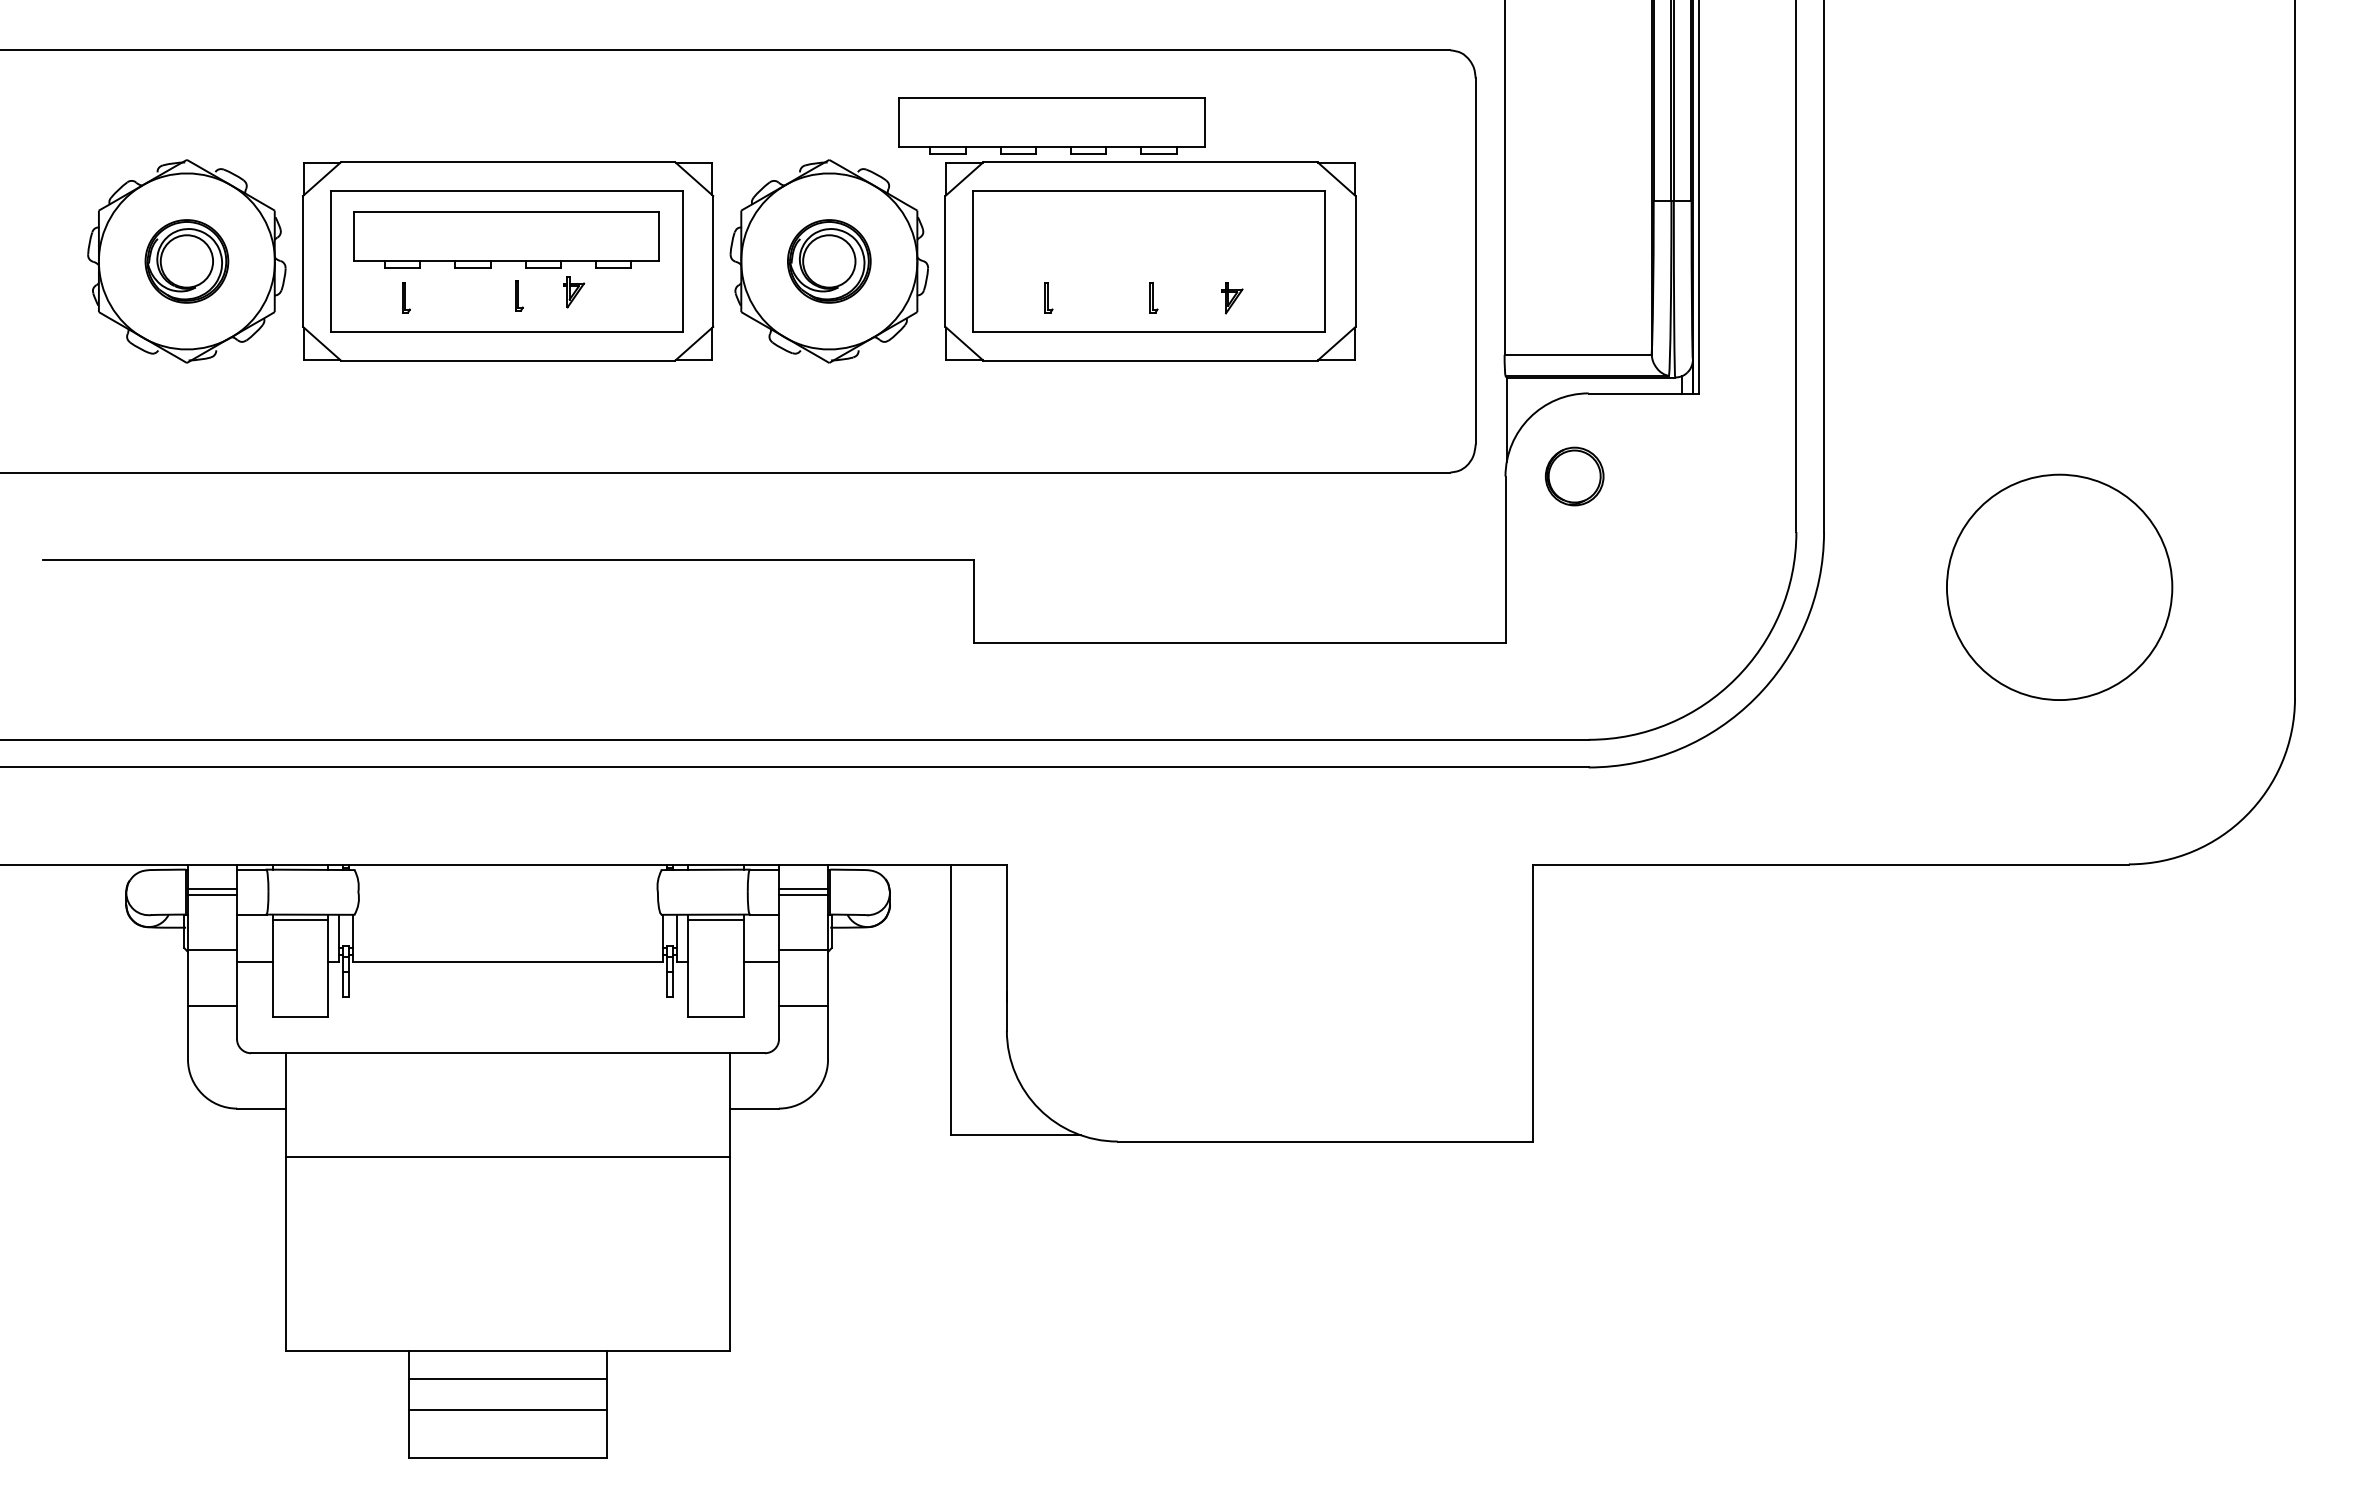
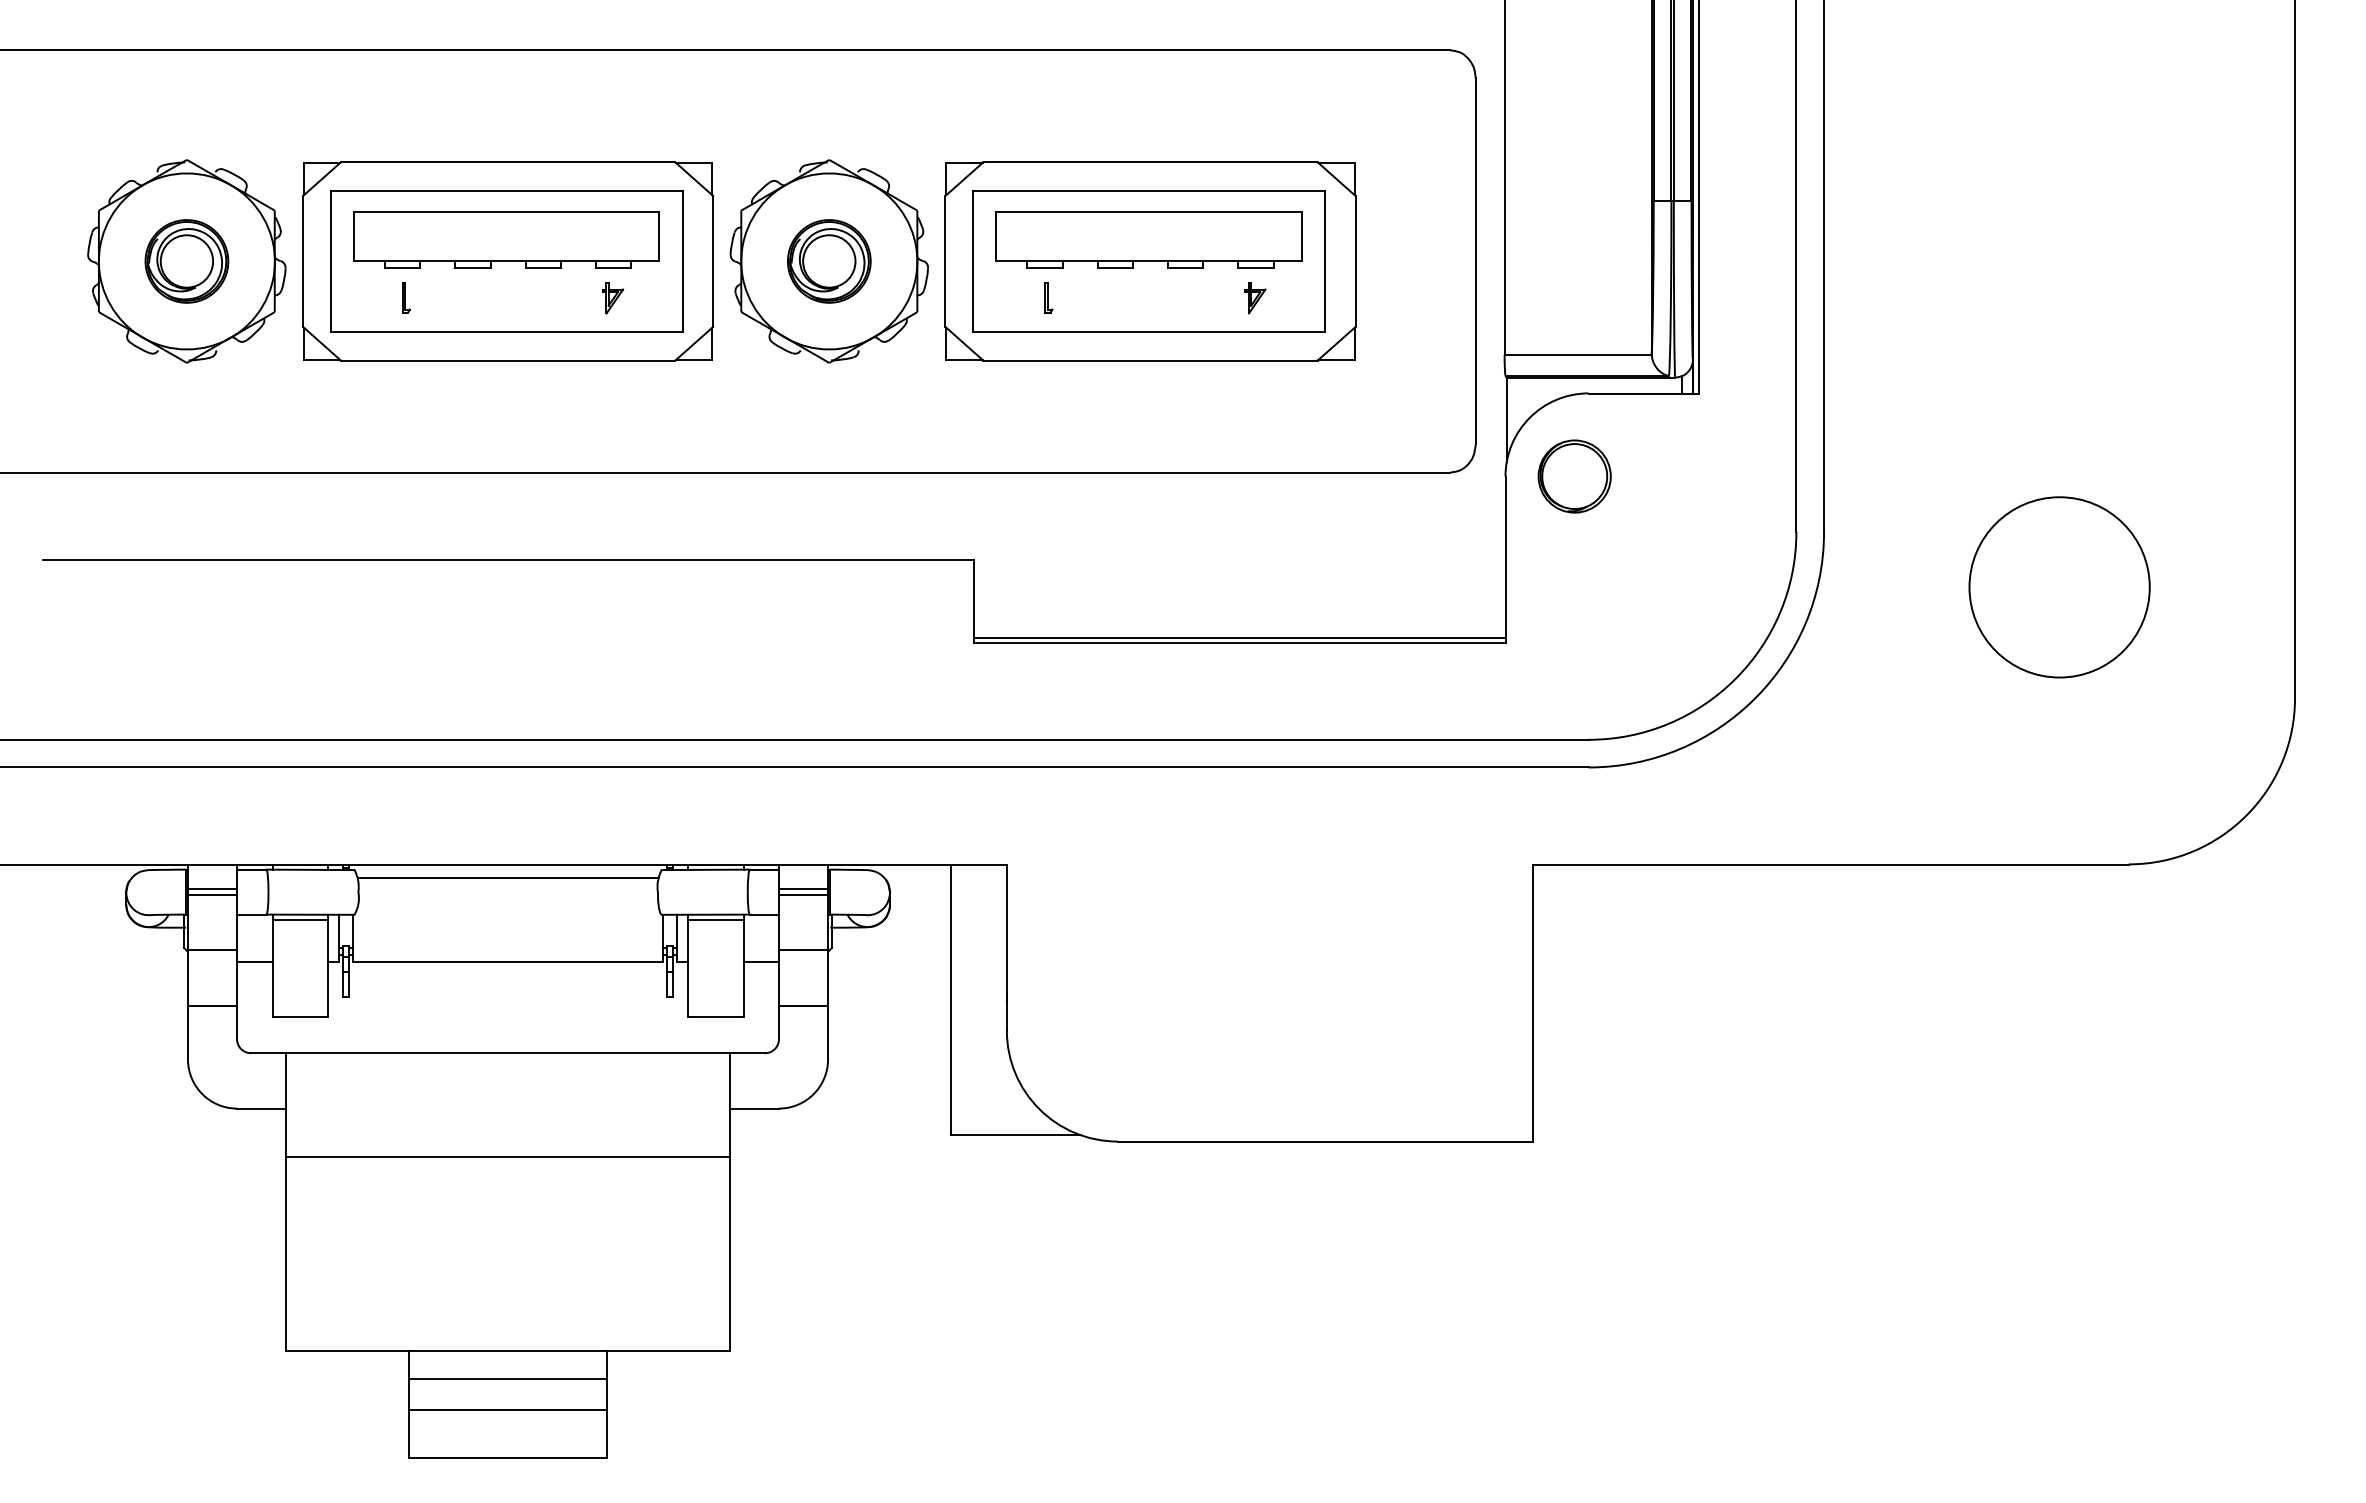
part at (1051, 125) position: (1051, 125) -> (1148, 239)
part at (574, 292) position: (574, 292) -> (613, 298)
part at (519, 295): present -> none
part at (1153, 297): present -> none
part at (1232, 298) position: (1232, 298) -> (1255, 298)
part at (1574, 476) size: 61x61 px -> 75x75 px
circle at (2059, 587) diameter: 225 px -> 180 px
line at (1239, 638): none -> present
line at (507, 877): none -> present
